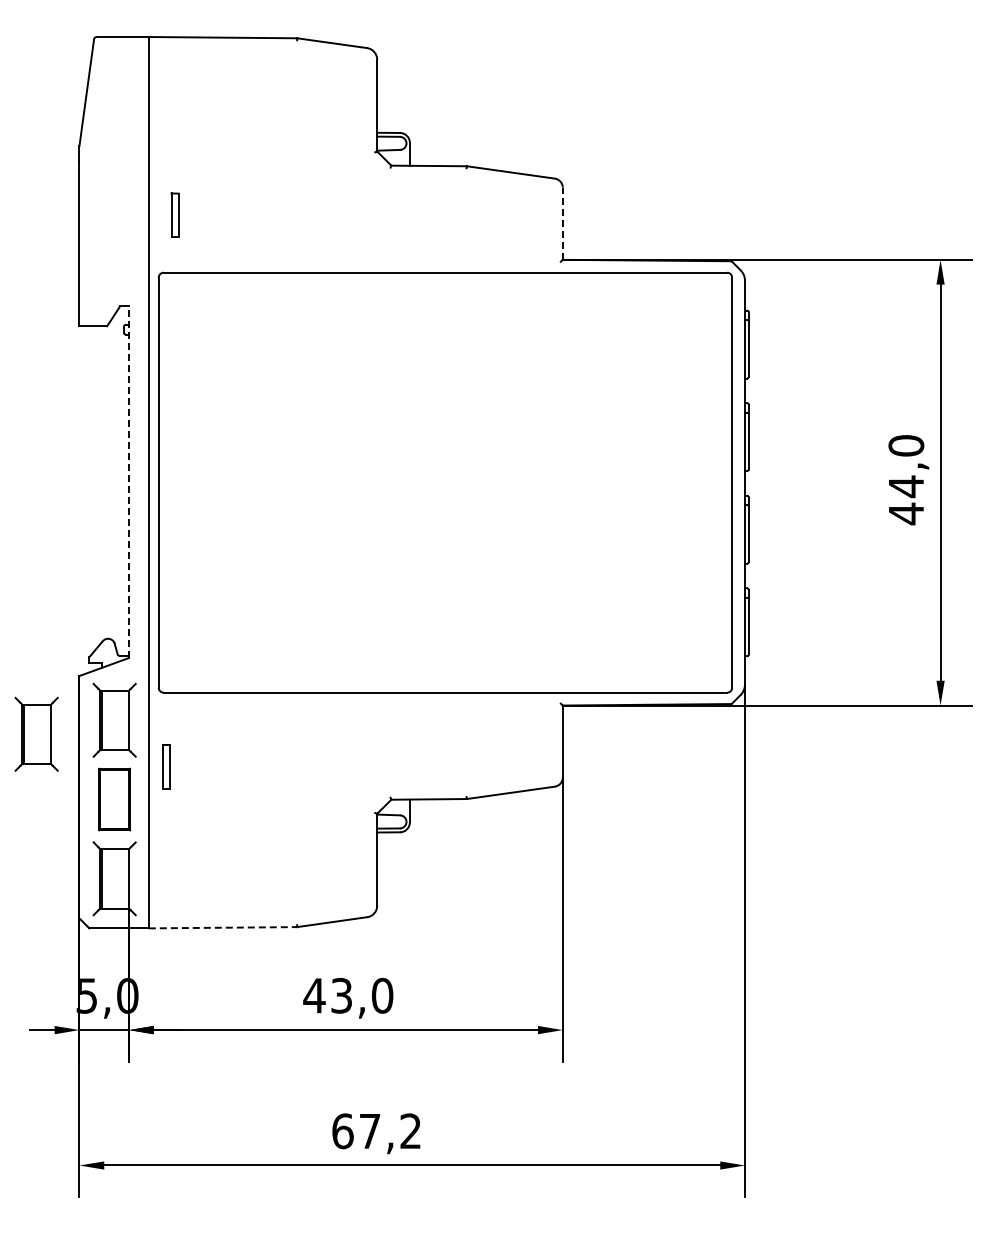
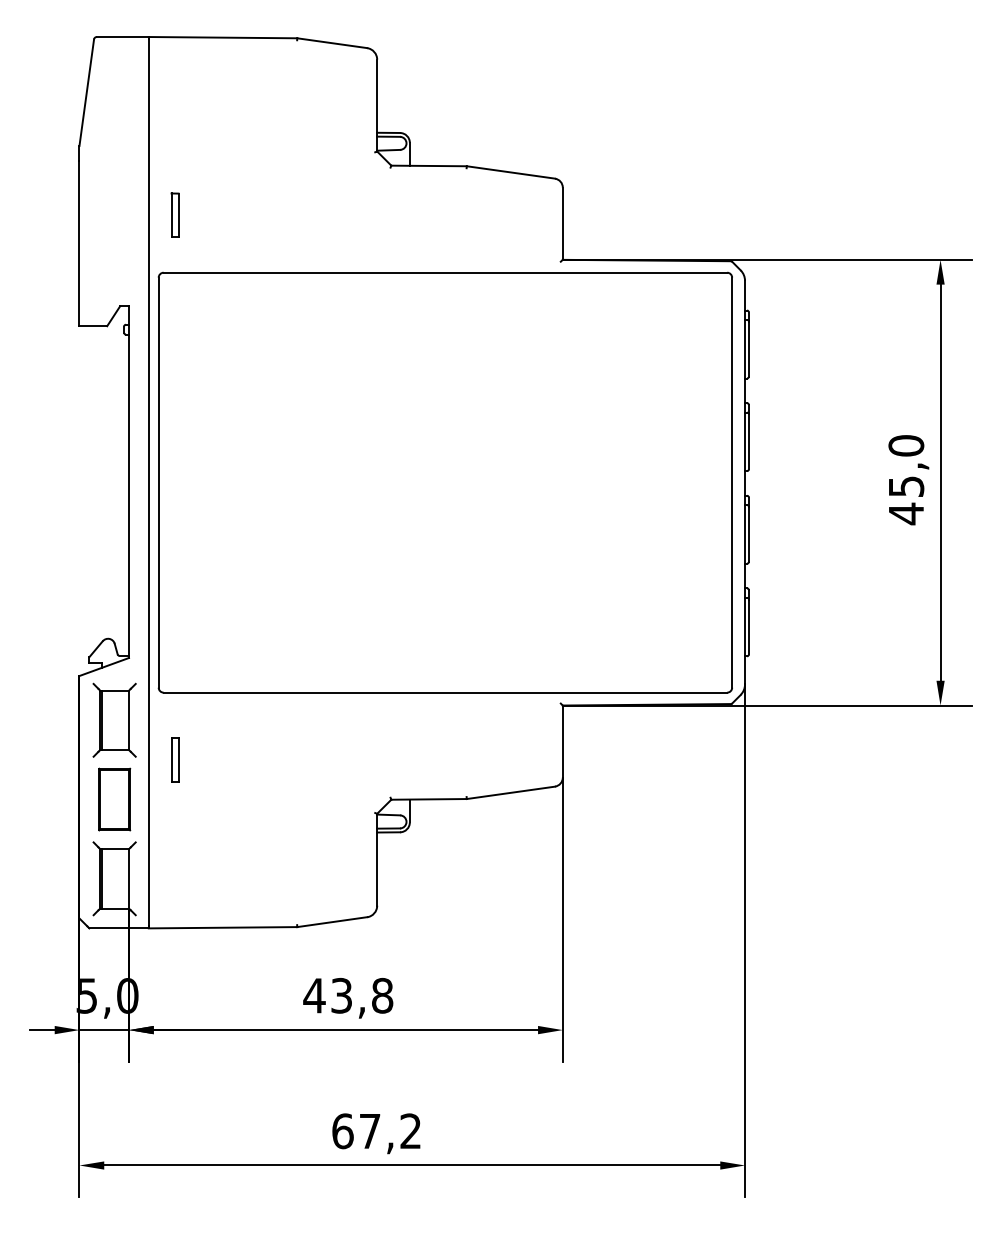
line at (562, 223): dashed -> solid
line at (129, 482): dashed -> solid
text at (906, 486): 44,0 -> 45,0
part at (36, 733): present -> none
part at (166, 766) position: (166, 766) -> (175, 759)
line at (223, 927): dashed -> solid
text at (382, 995): 43,0 -> 43,8
